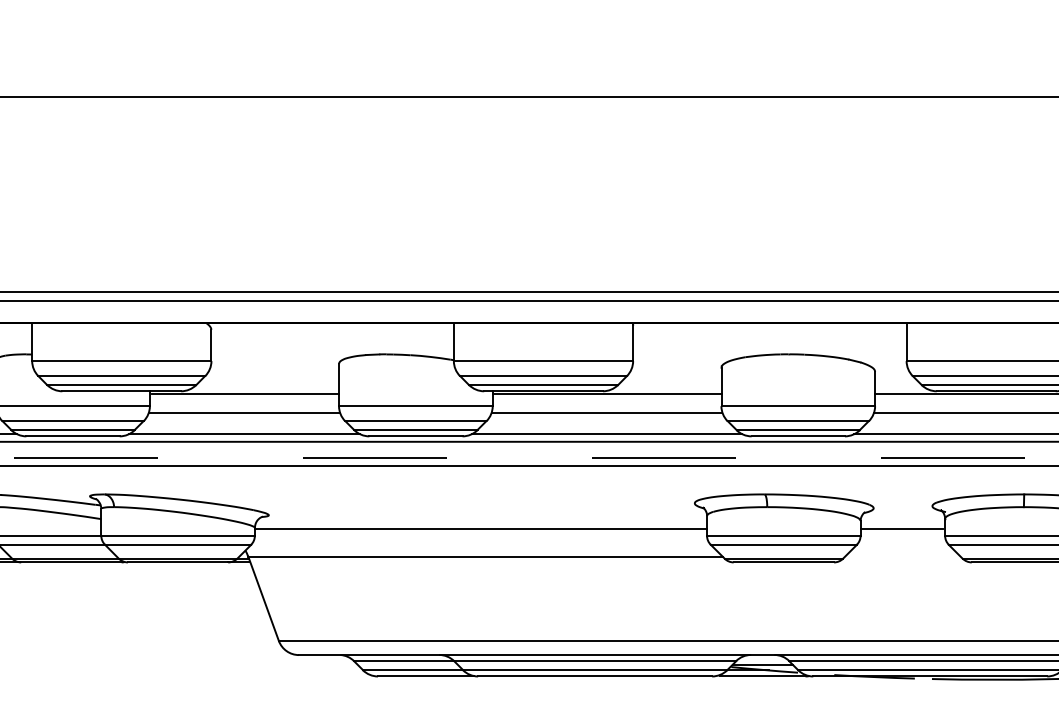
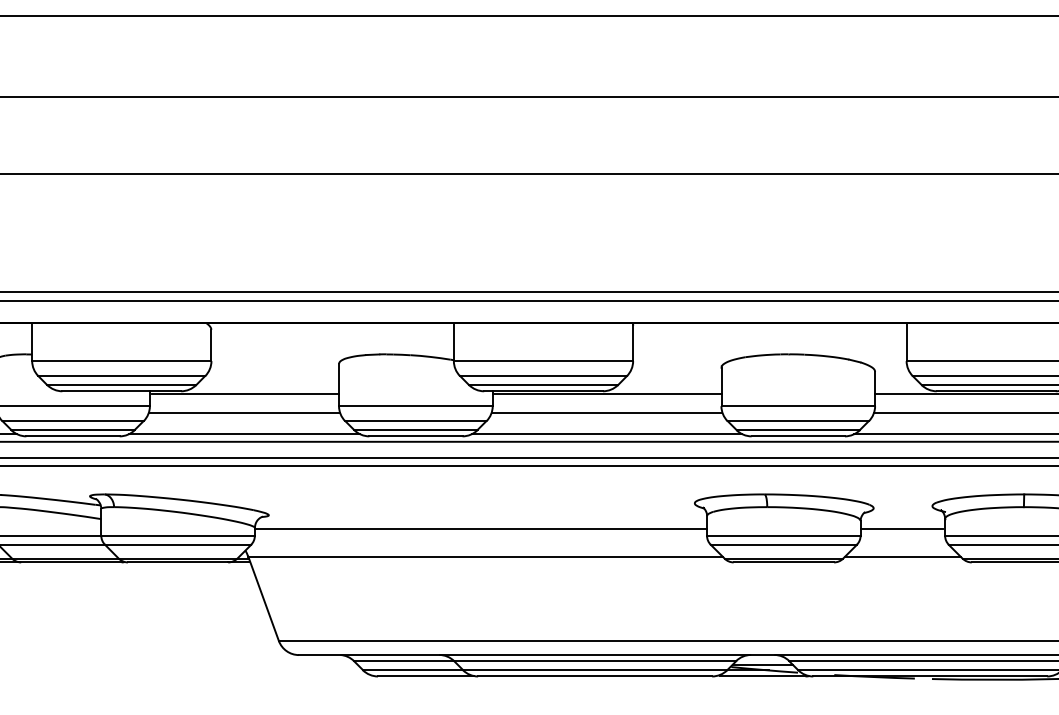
line at (528, 15): none -> present
line at (528, 173): none -> present
line at (529, 458): dashed -> solid
line at (902, 556): none -> present
